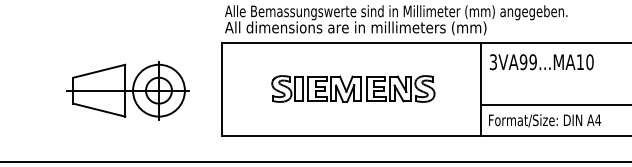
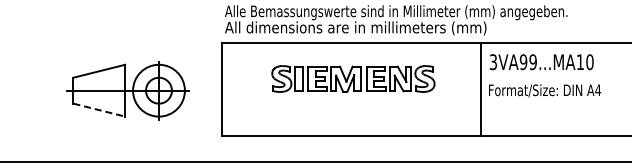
part at (353, 88) position: (353, 88) -> (353, 78)
line at (554, 104): present -> none
line at (99, 110): solid -> dashed
text at (545, 120) position: (545, 120) -> (545, 90)
